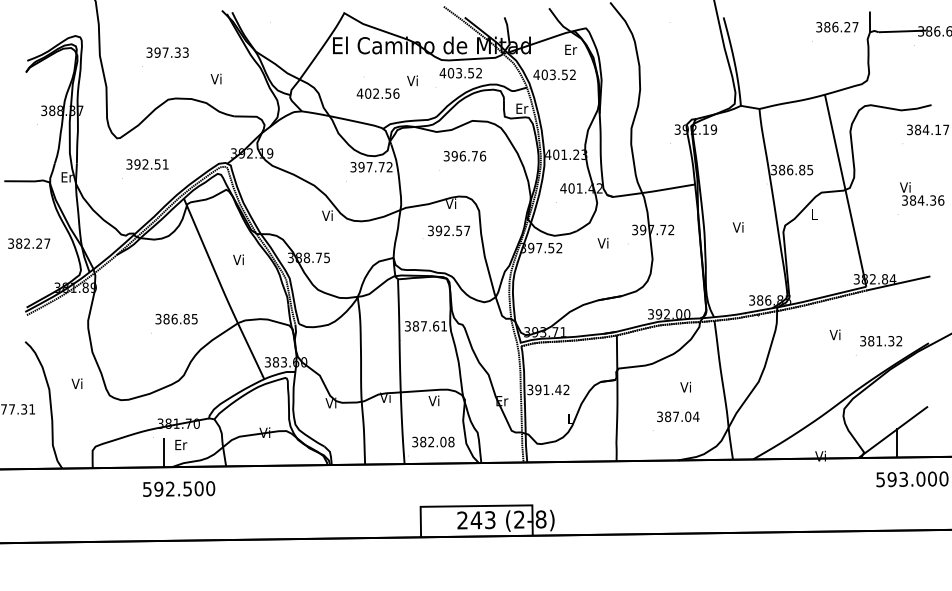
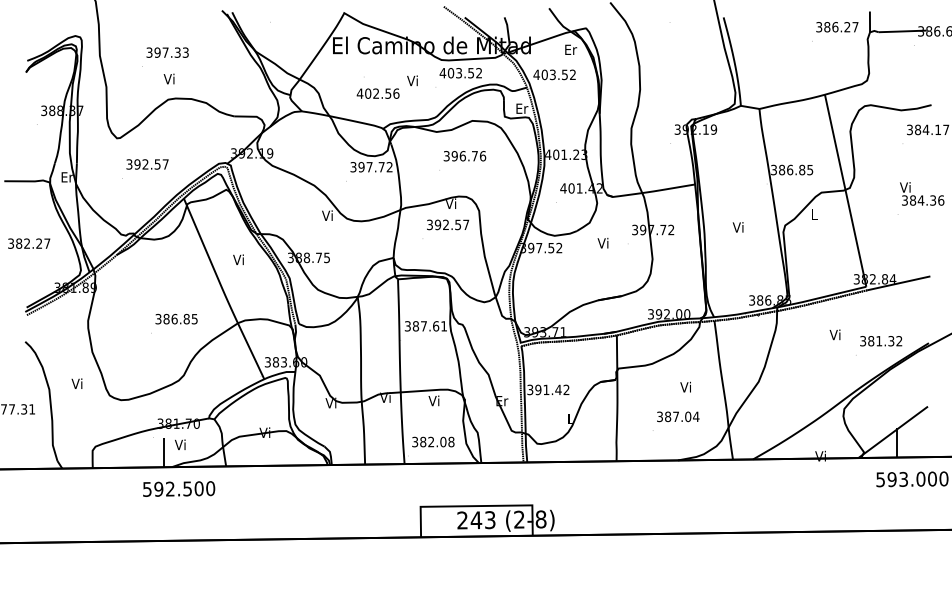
text at (215, 78) position: (215, 78) -> (168, 78)
text at (165, 164): 392.51 -> 392.57
text at (449, 230) position: (449, 230) -> (448, 224)
text at (181, 444): Er -> Vi
